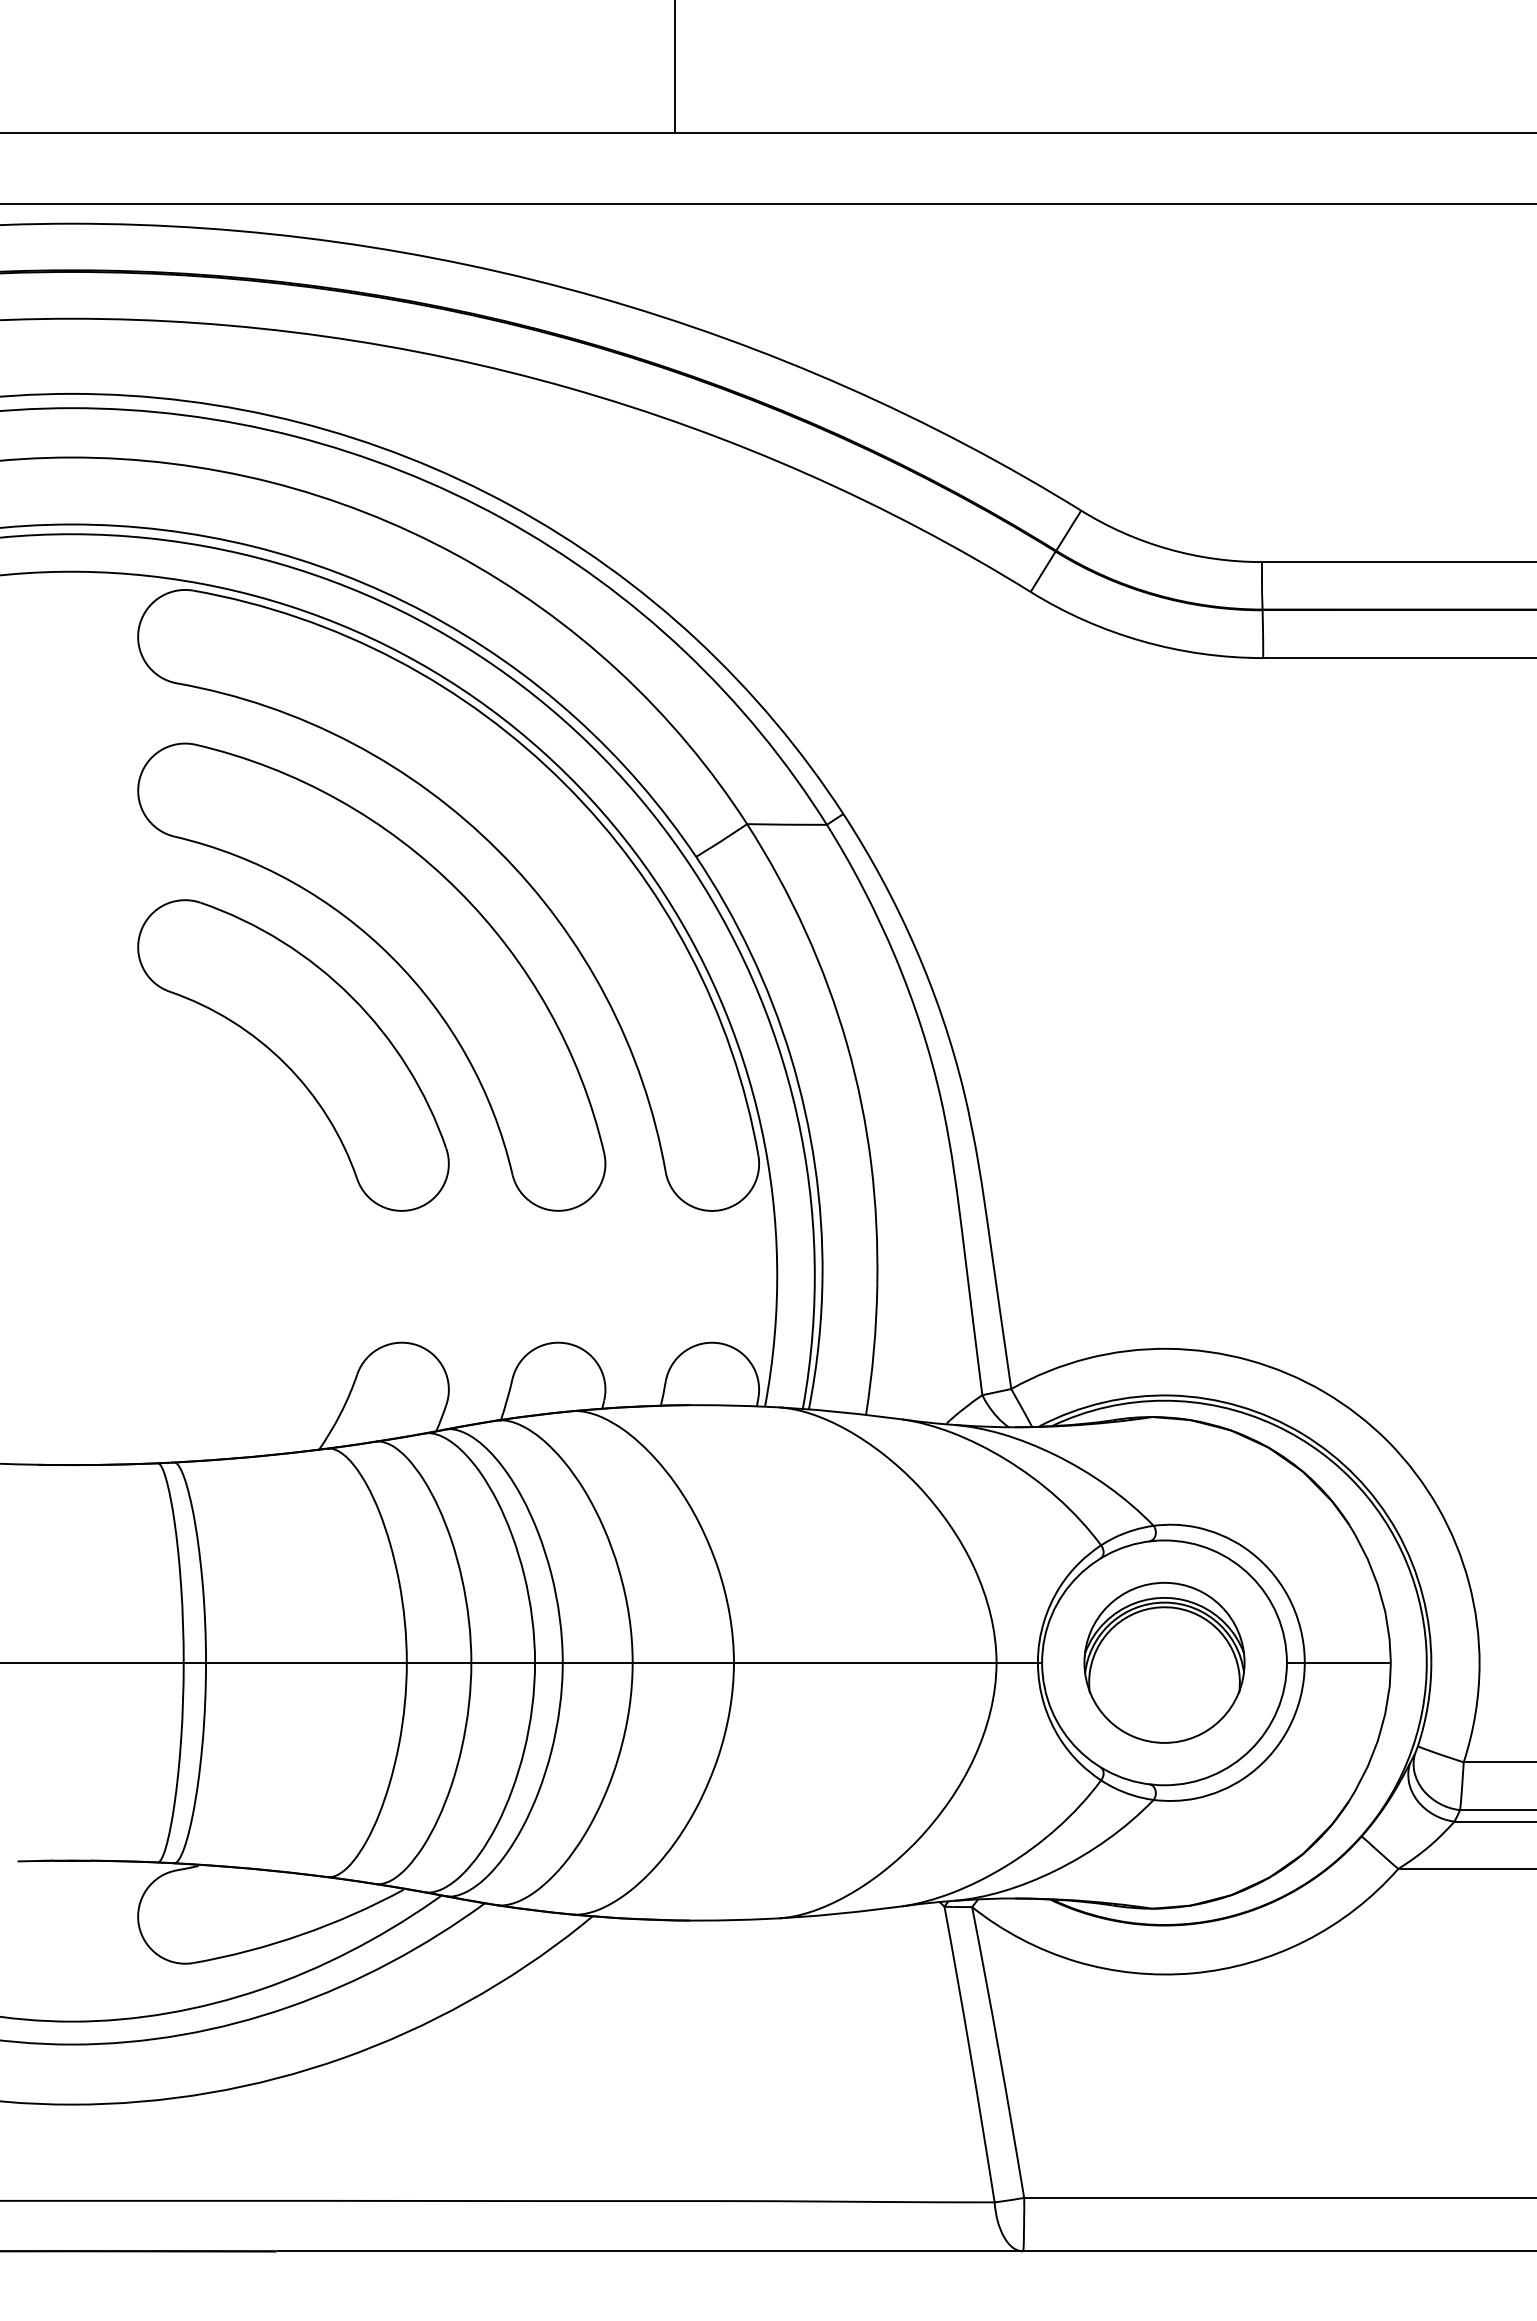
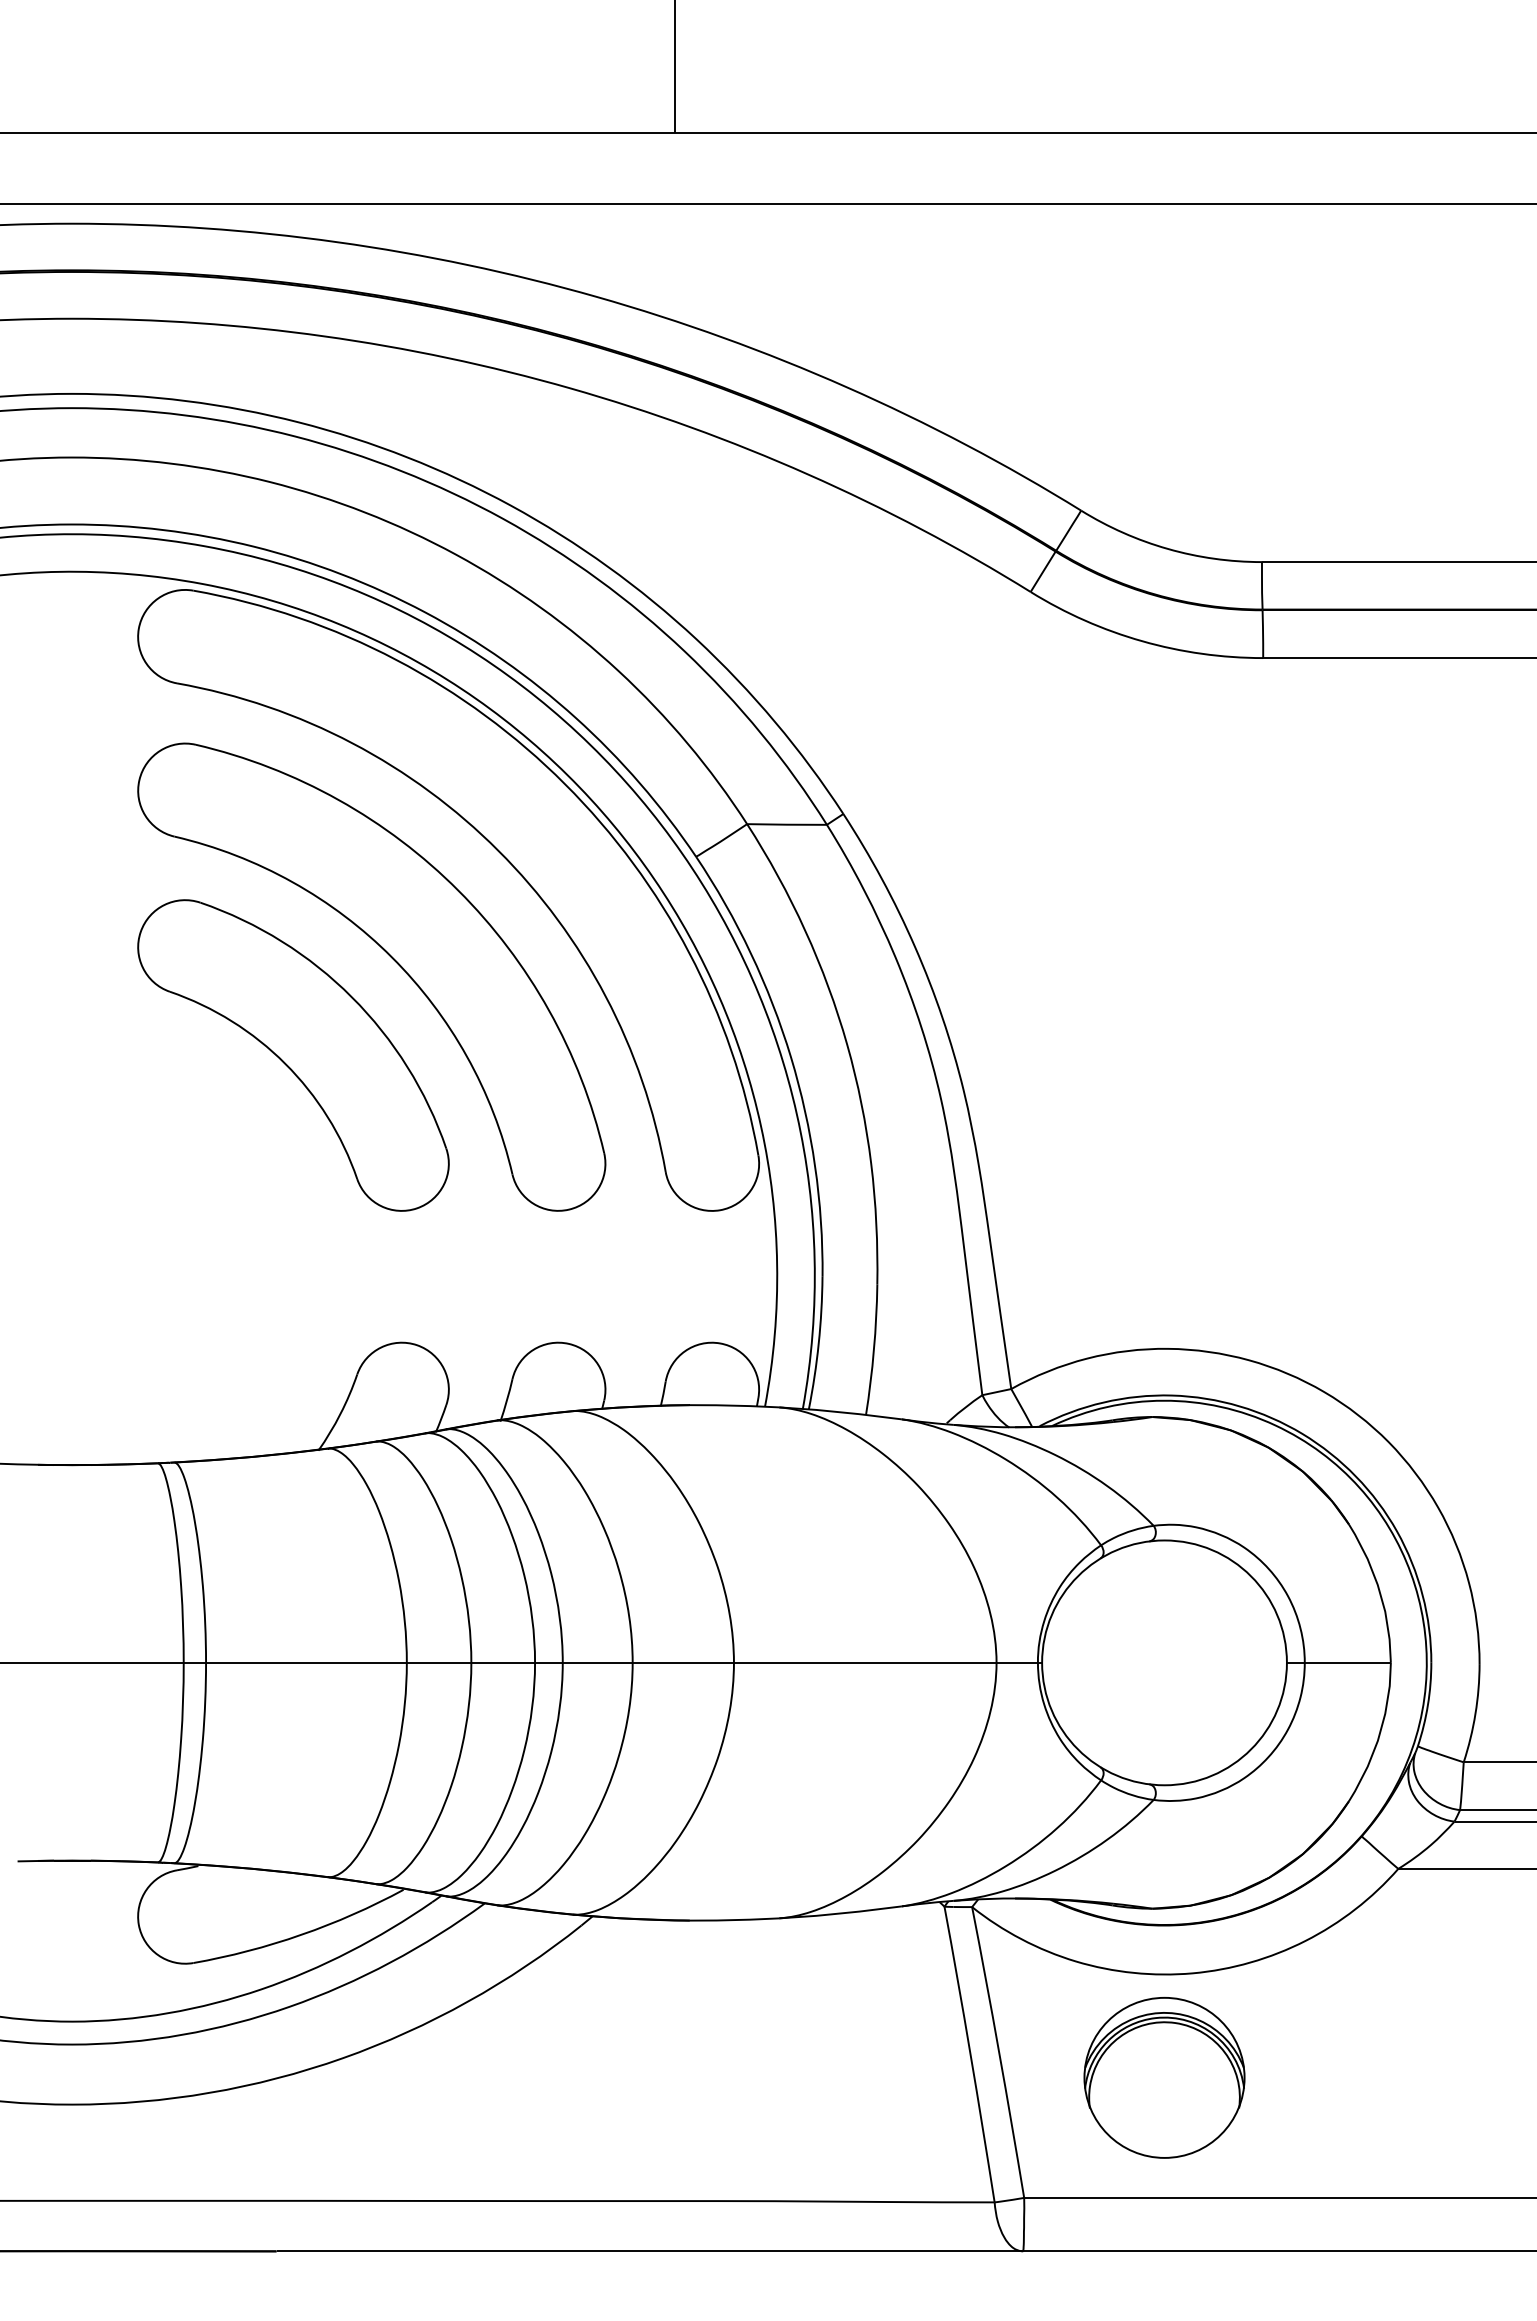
part at (1164, 1662) position: (1164, 1662) -> (1164, 2077)
